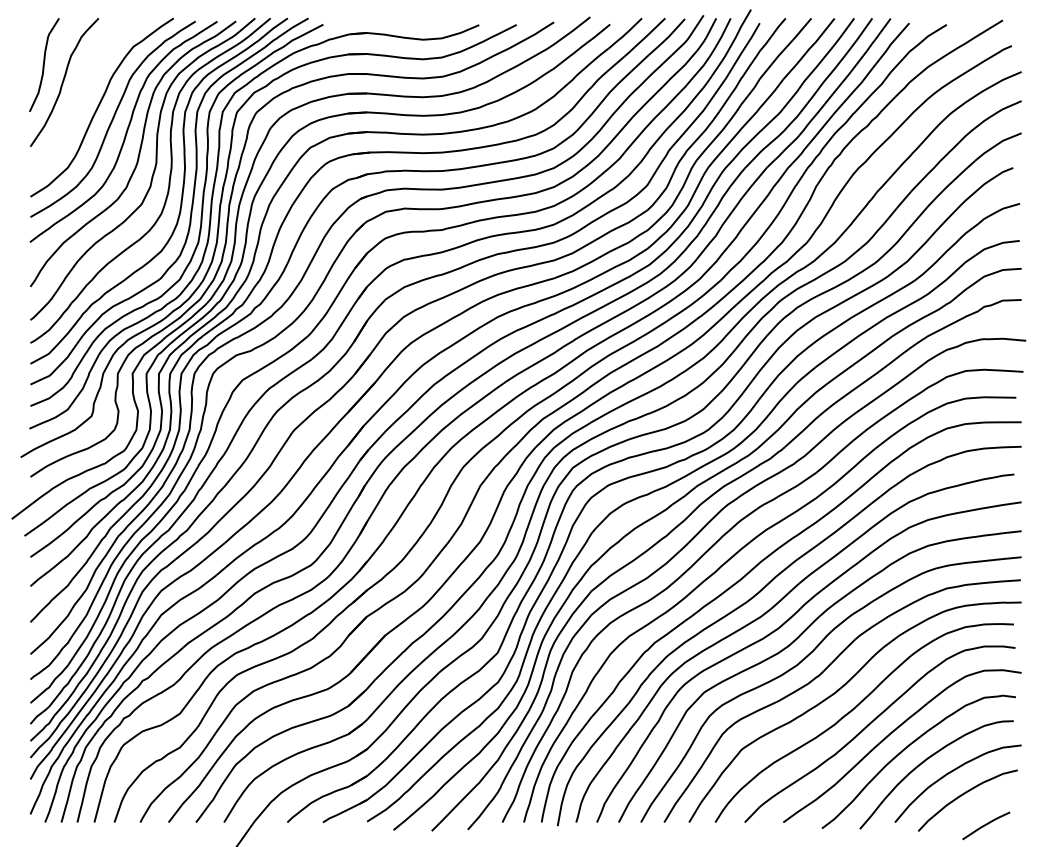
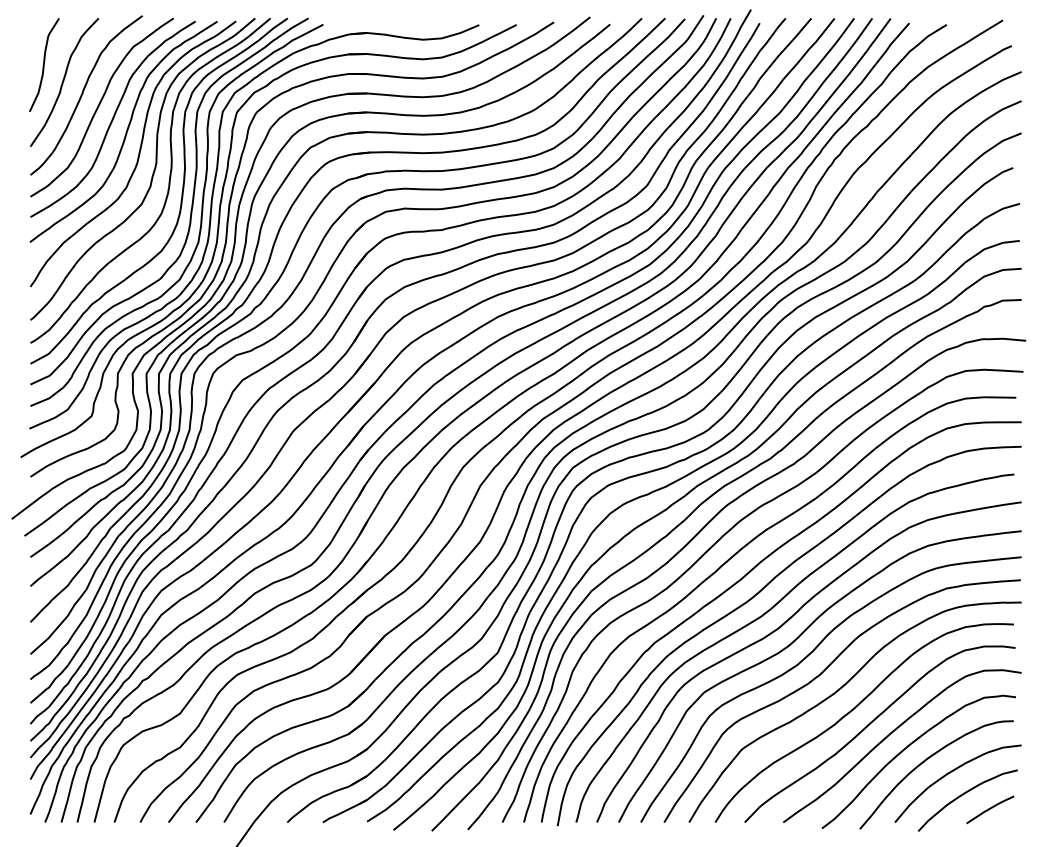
curve at (83, 93): none -> present
line at (986, 825) position: (986, 825) -> (990, 809)
